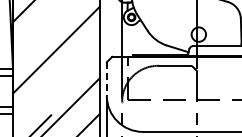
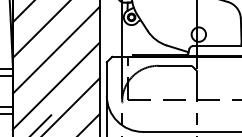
line at (40, 29): none -> present
line at (106, 79): dashed -> solid
line at (55, 85): none -> present
